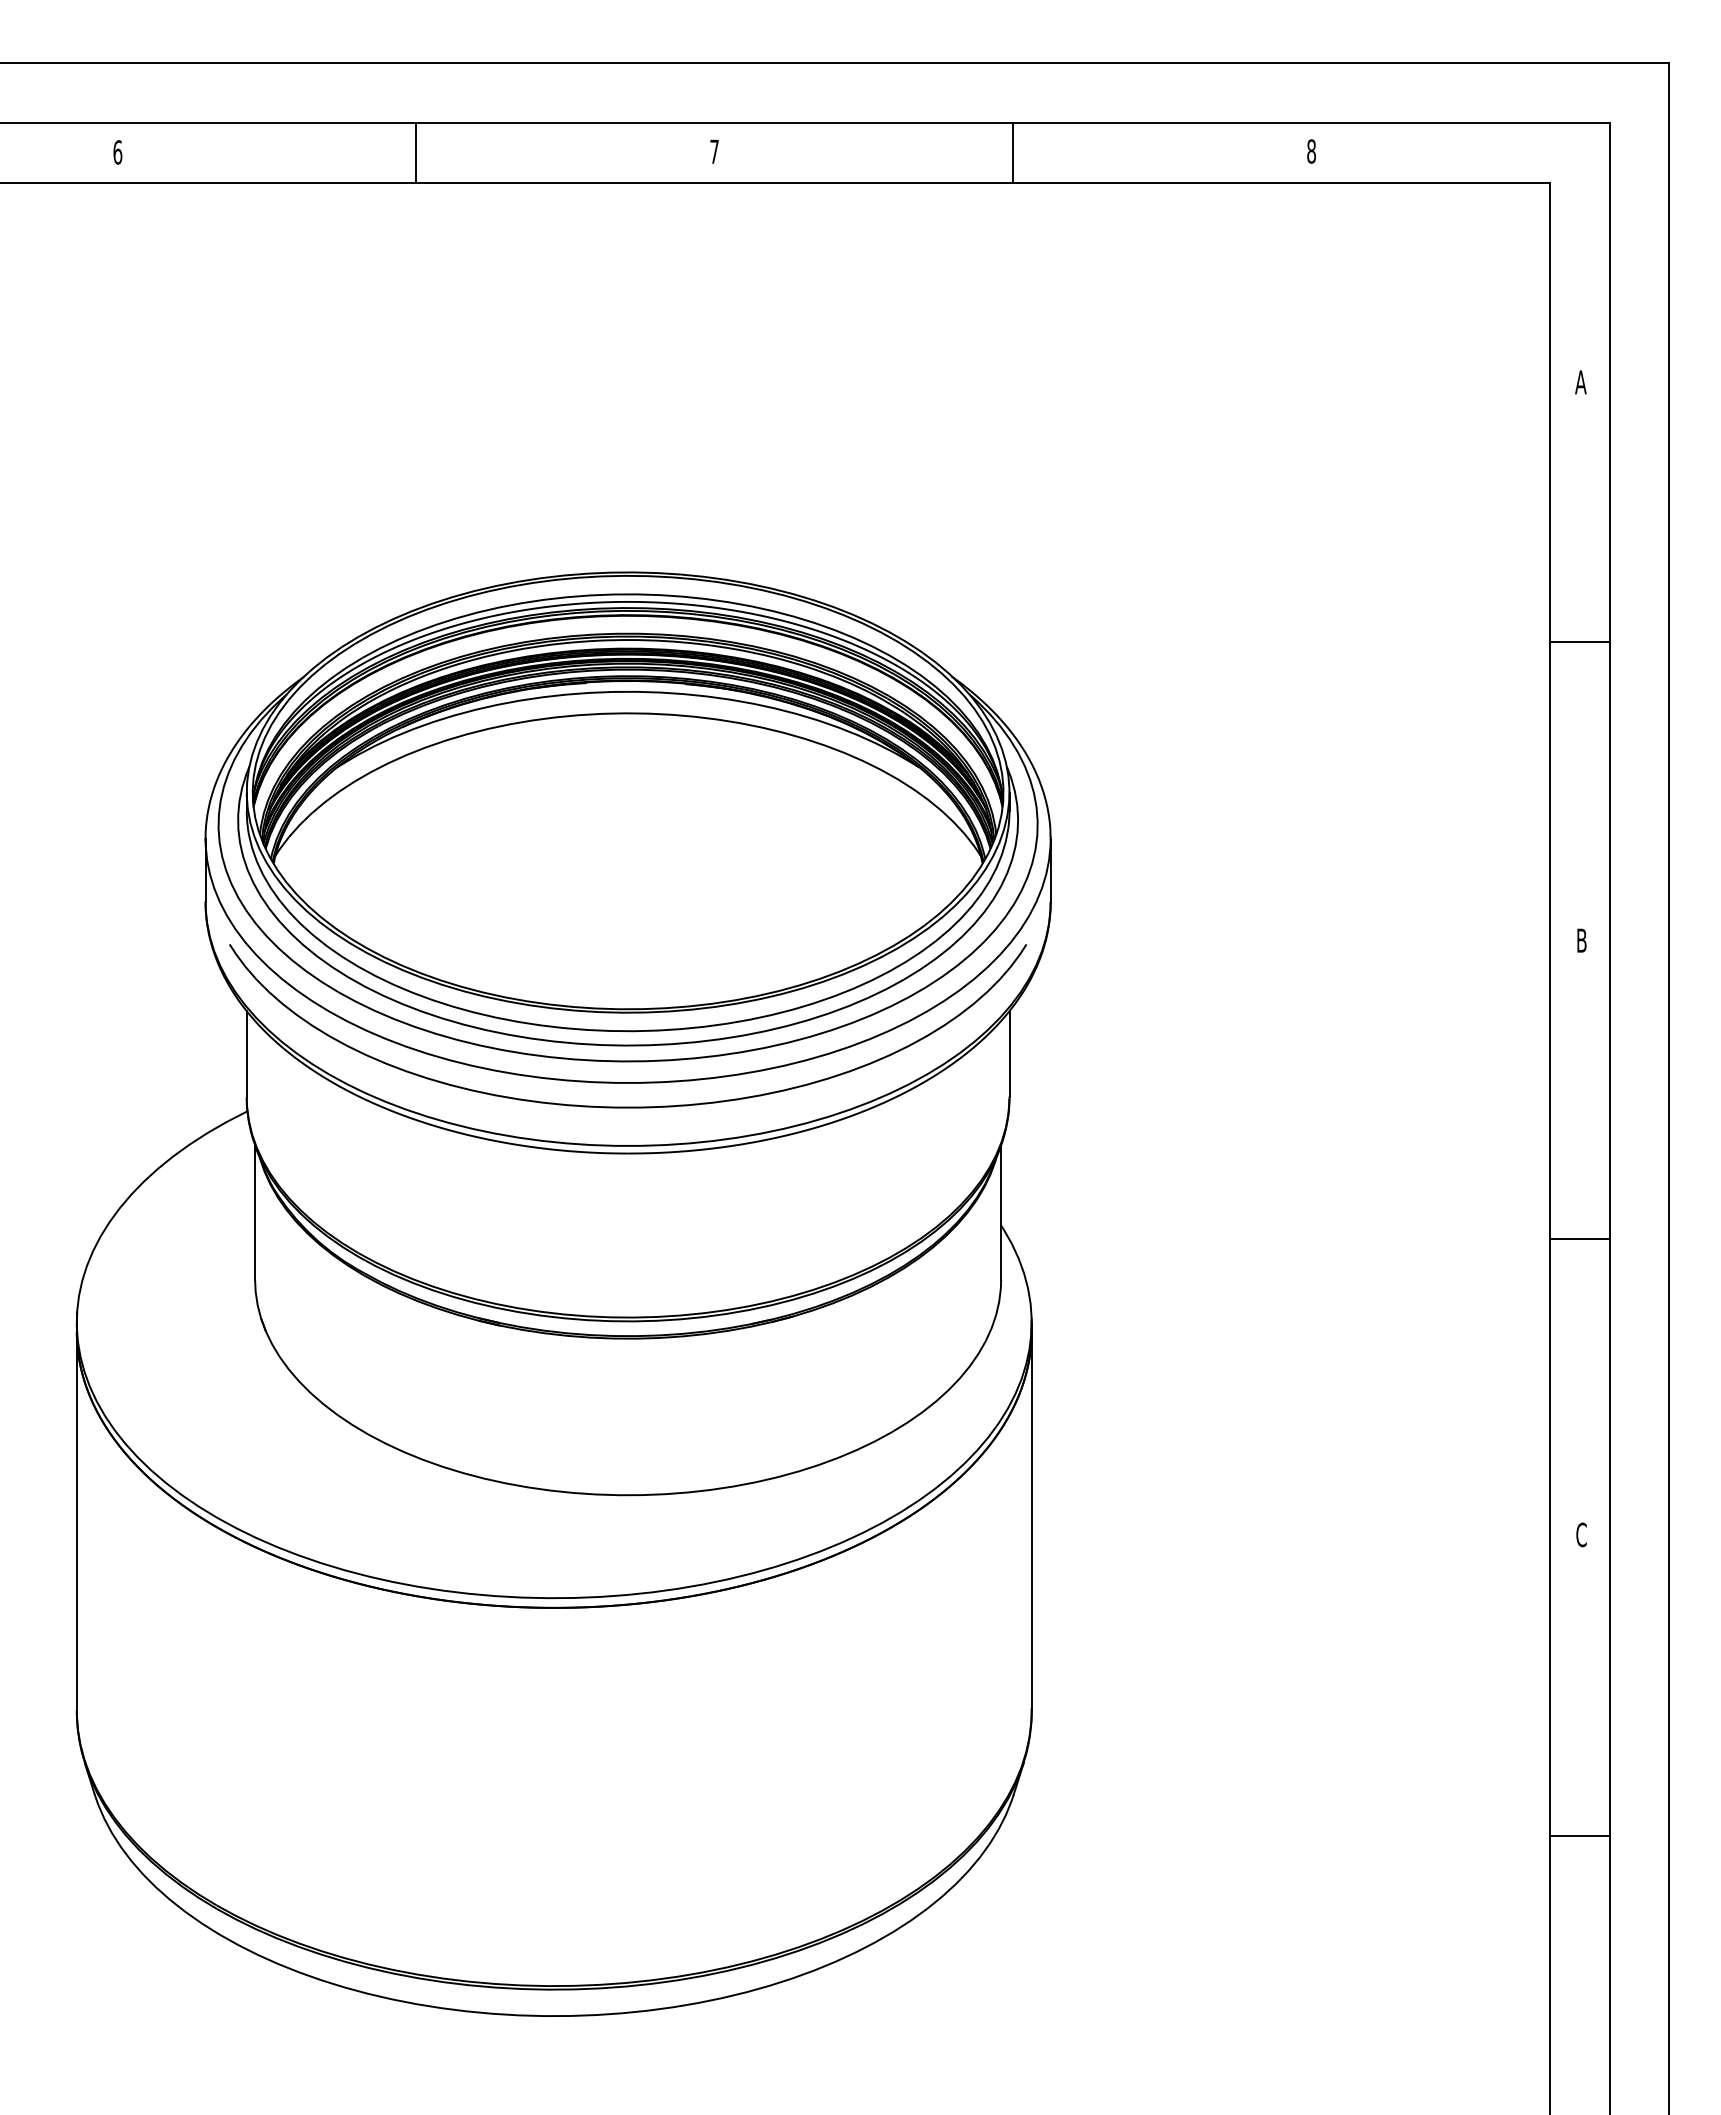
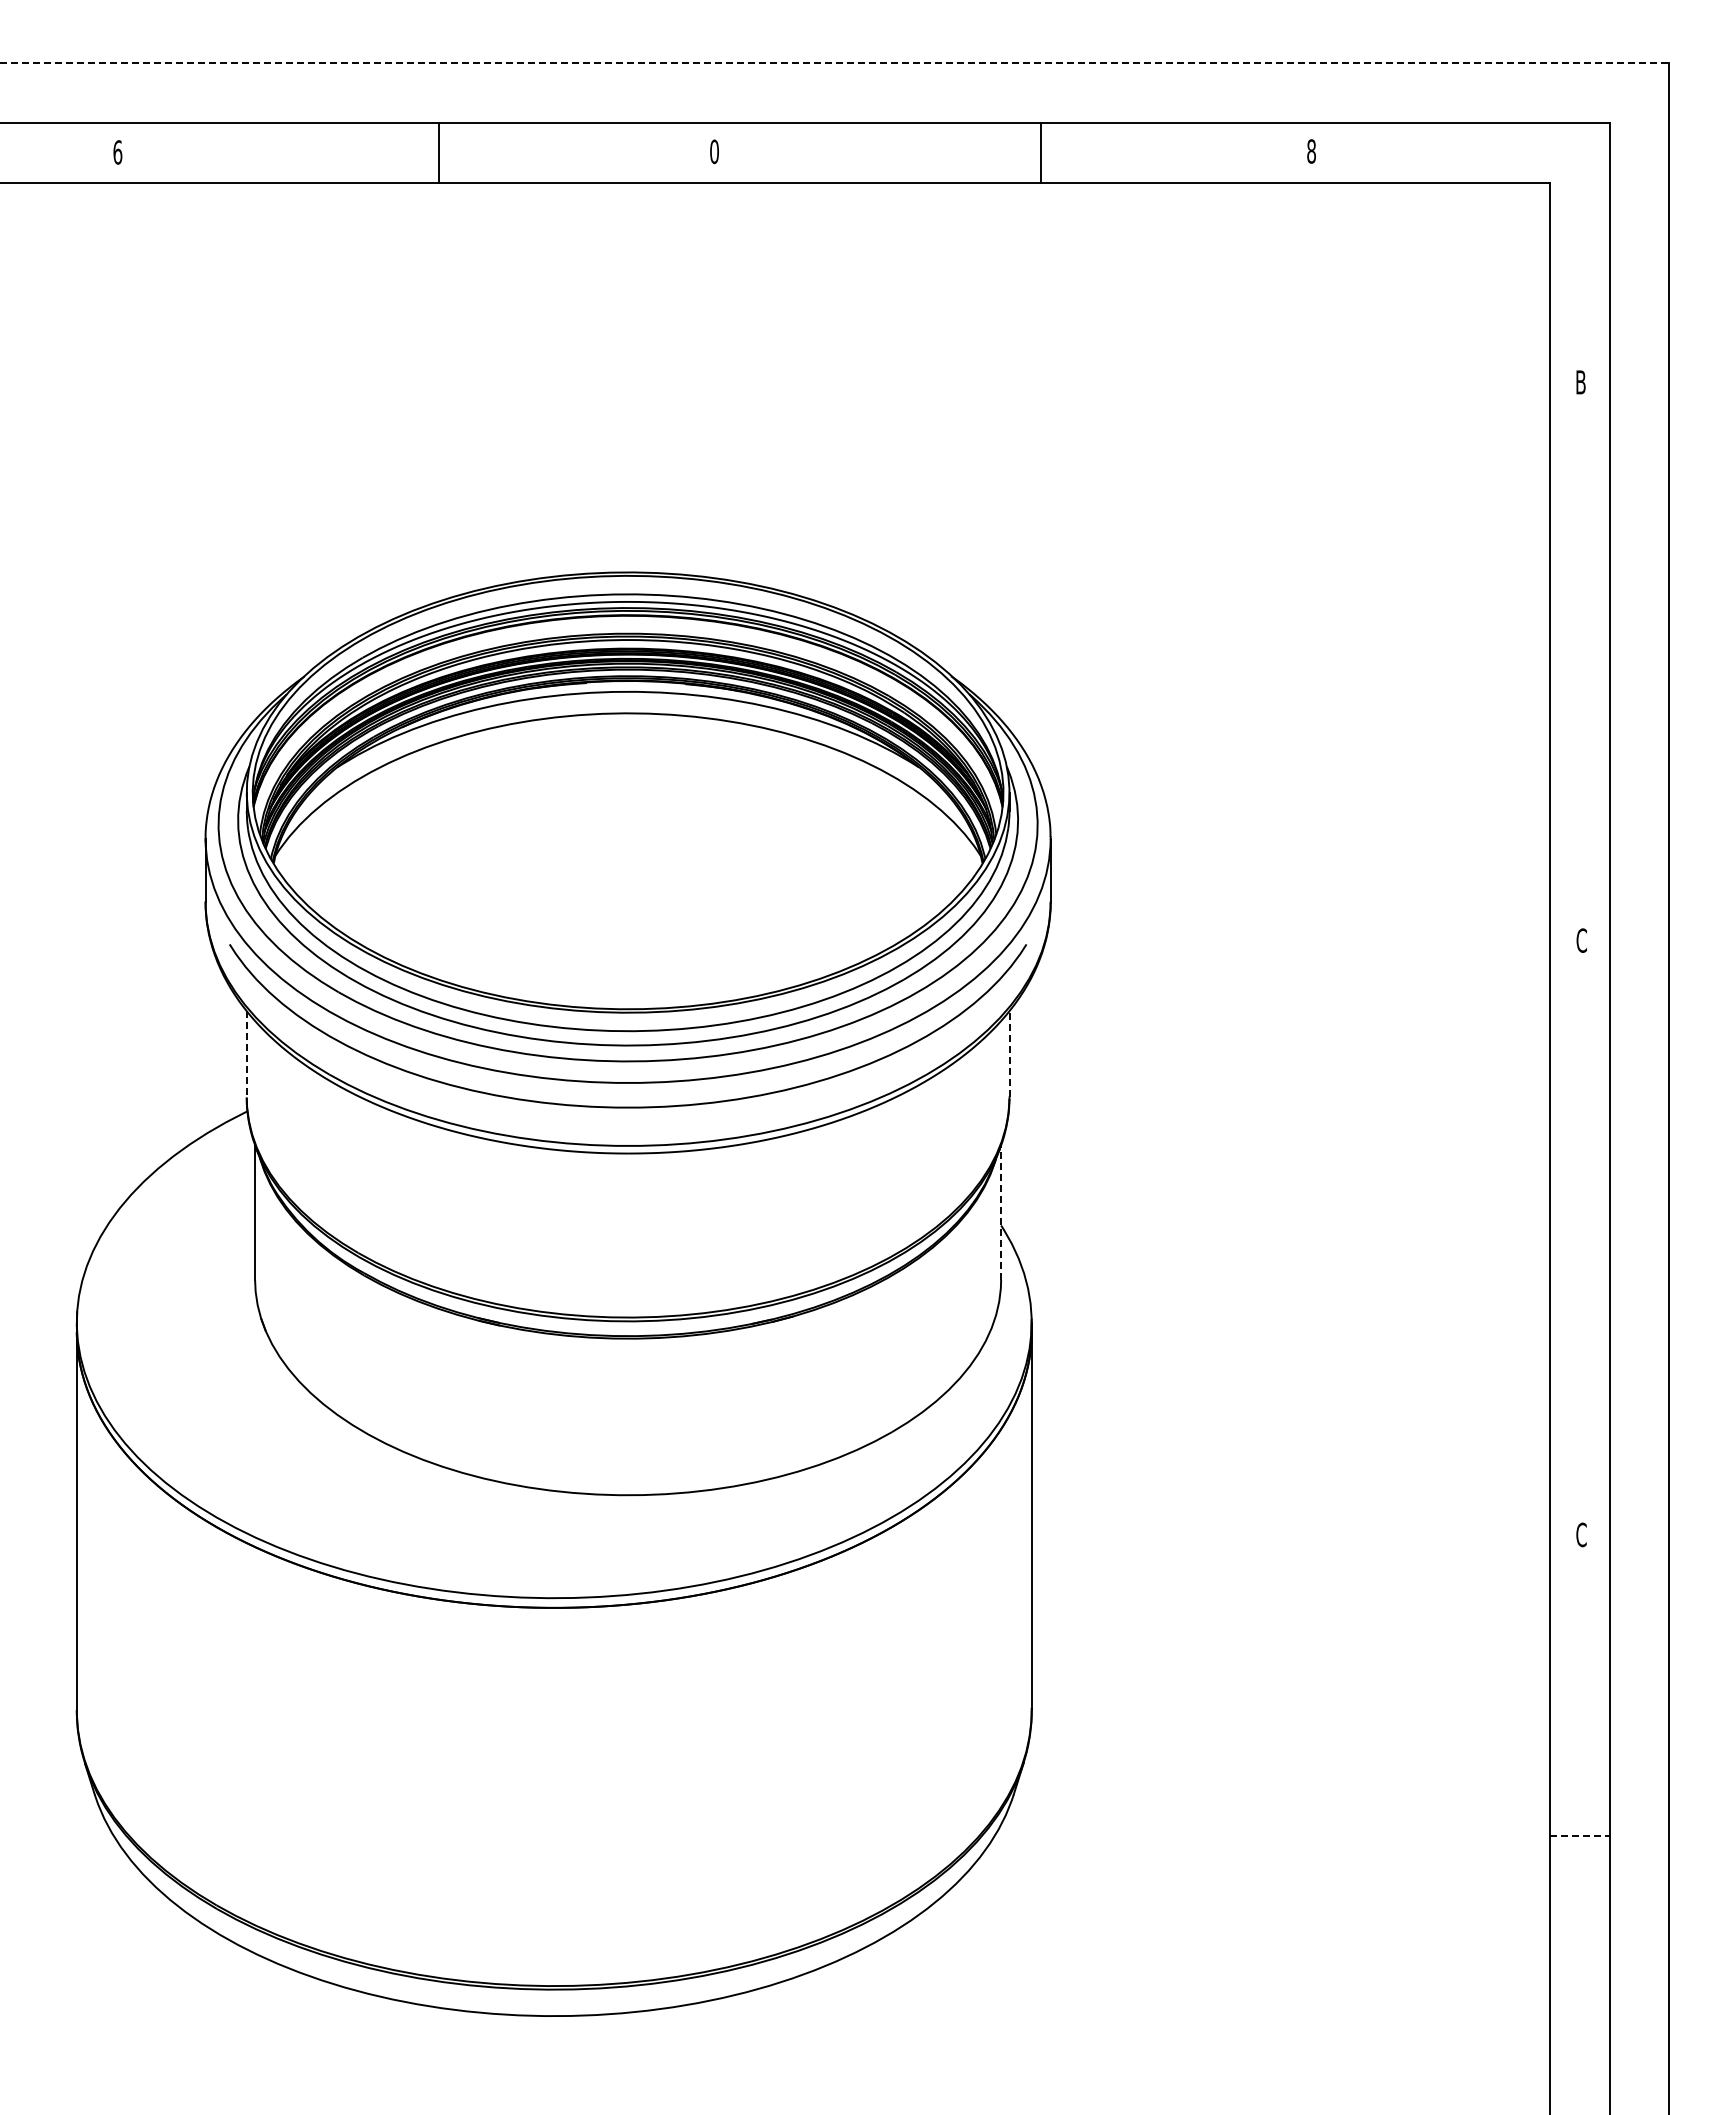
line at (835, 63): solid -> dashed
text at (714, 151): 7 -> 0
line at (415, 152) position: (415, 152) -> (438, 152)
line at (1012, 152) position: (1012, 152) -> (1040, 152)
text at (1580, 382): A -> B
line at (1579, 642): present -> none
text at (1581, 940): B -> C
line at (1009, 1053): solid -> dashed
line at (246, 1054): solid -> dashed
line at (1001, 1212): solid -> dashed
line at (1579, 1239): present -> none
line at (1579, 1836): solid -> dashed
